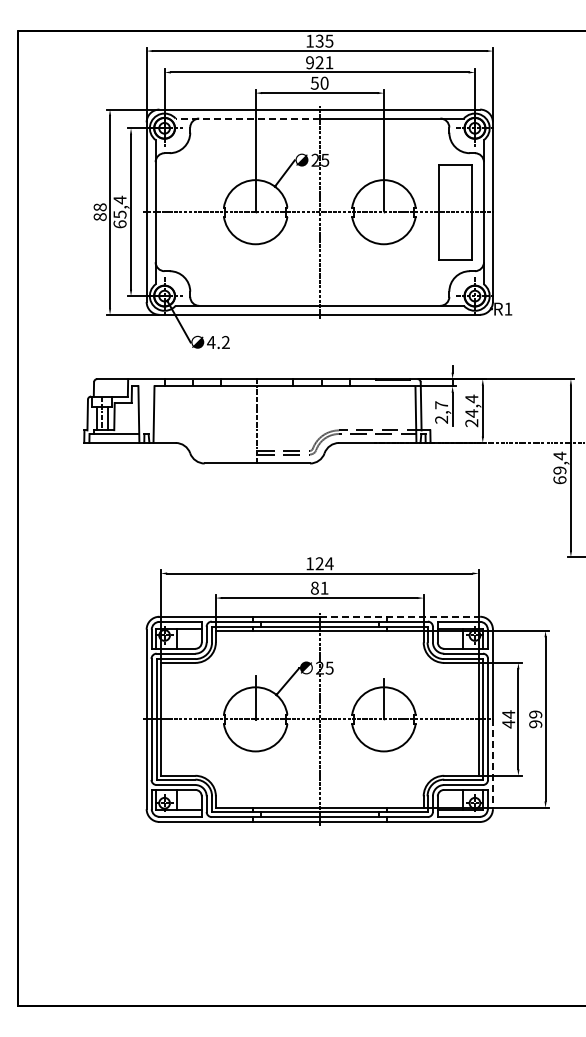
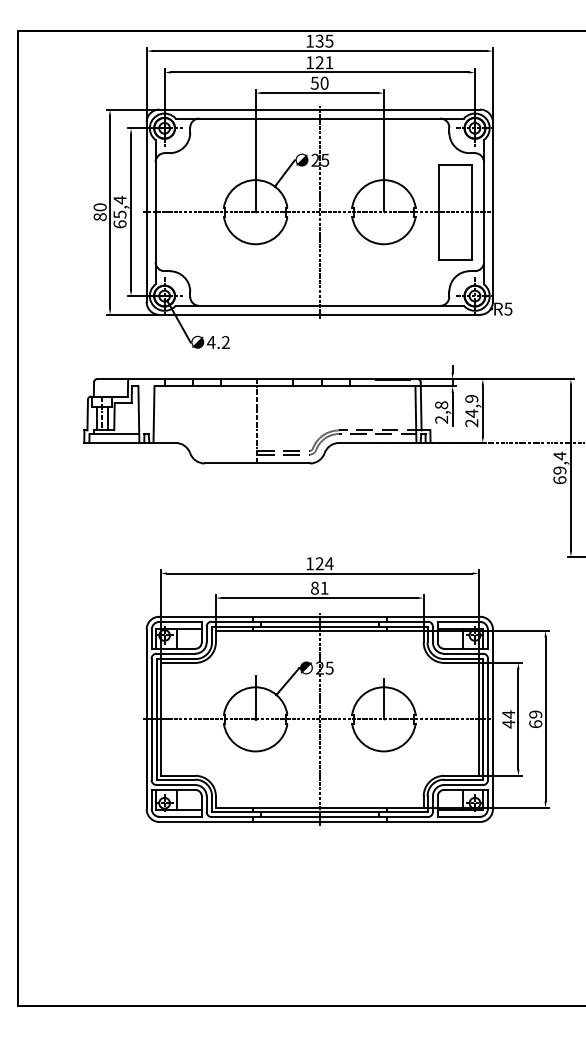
text at (309, 62): 921 -> 121
line at (247, 118): dashed -> solid
text at (100, 207): 88 -> 80
text at (508, 308): R1 -> R5
text at (471, 398): 24,4 -> 24,9
text at (441, 405): 2,7 -> 2,8
line at (400, 616): dashed -> solid
text at (535, 724): 99 -> 69
line at (492, 764): dashed -> solid
